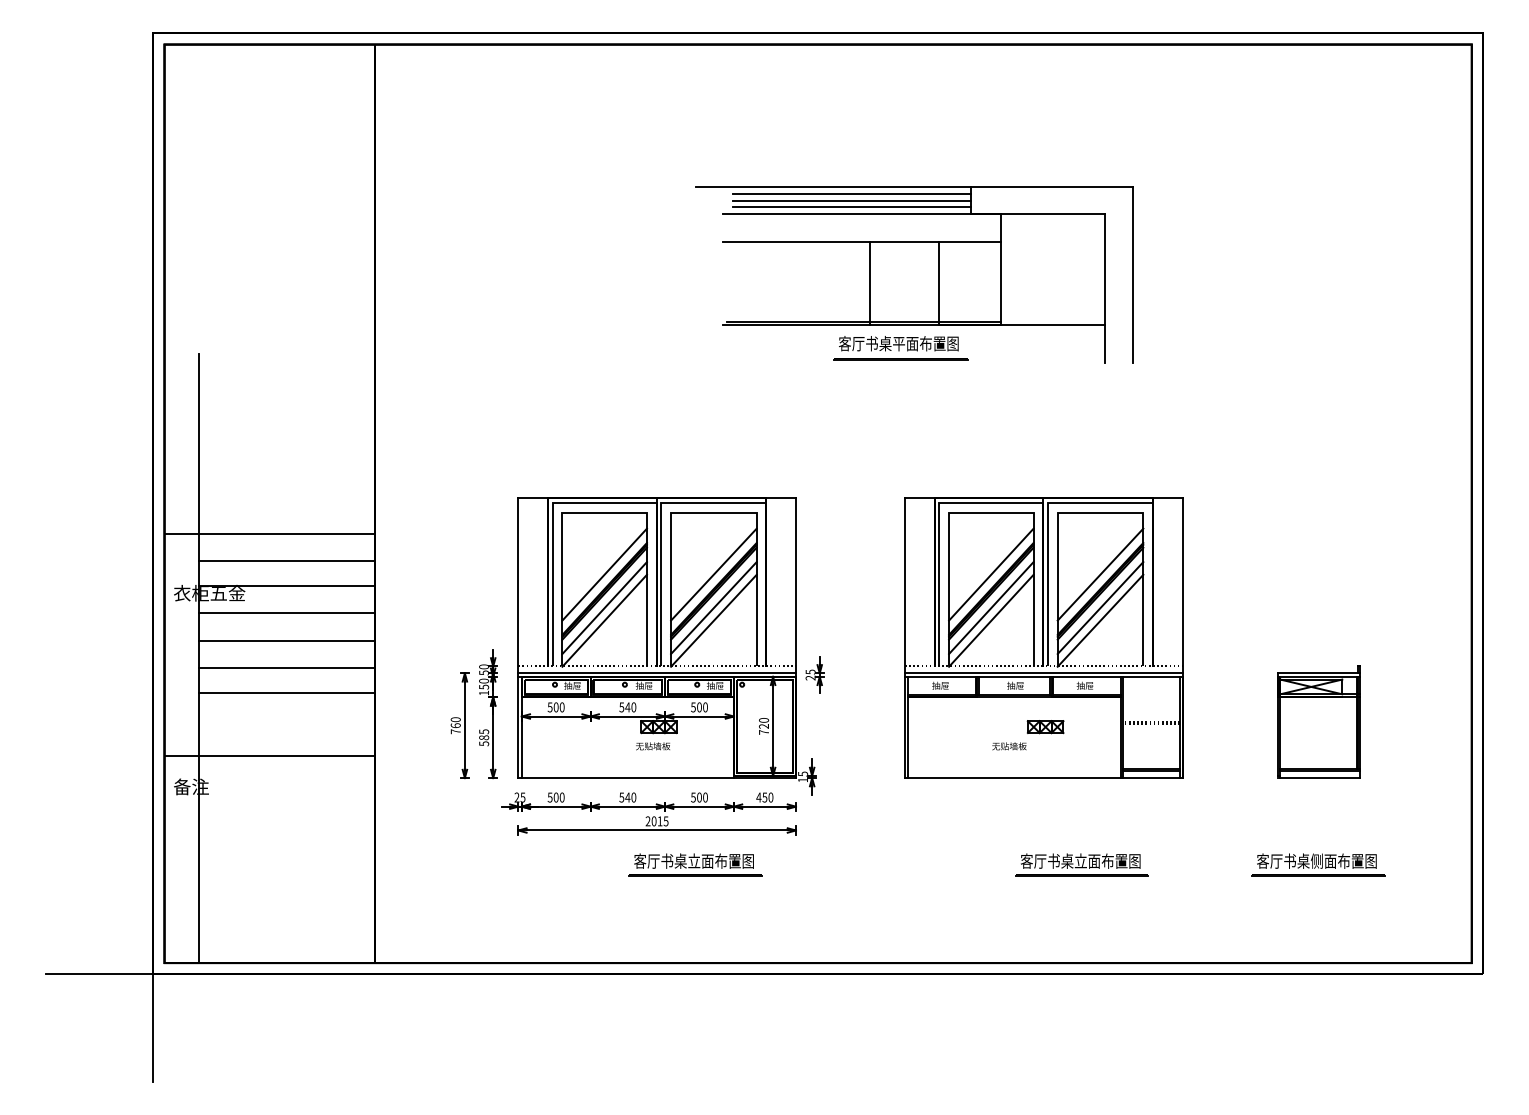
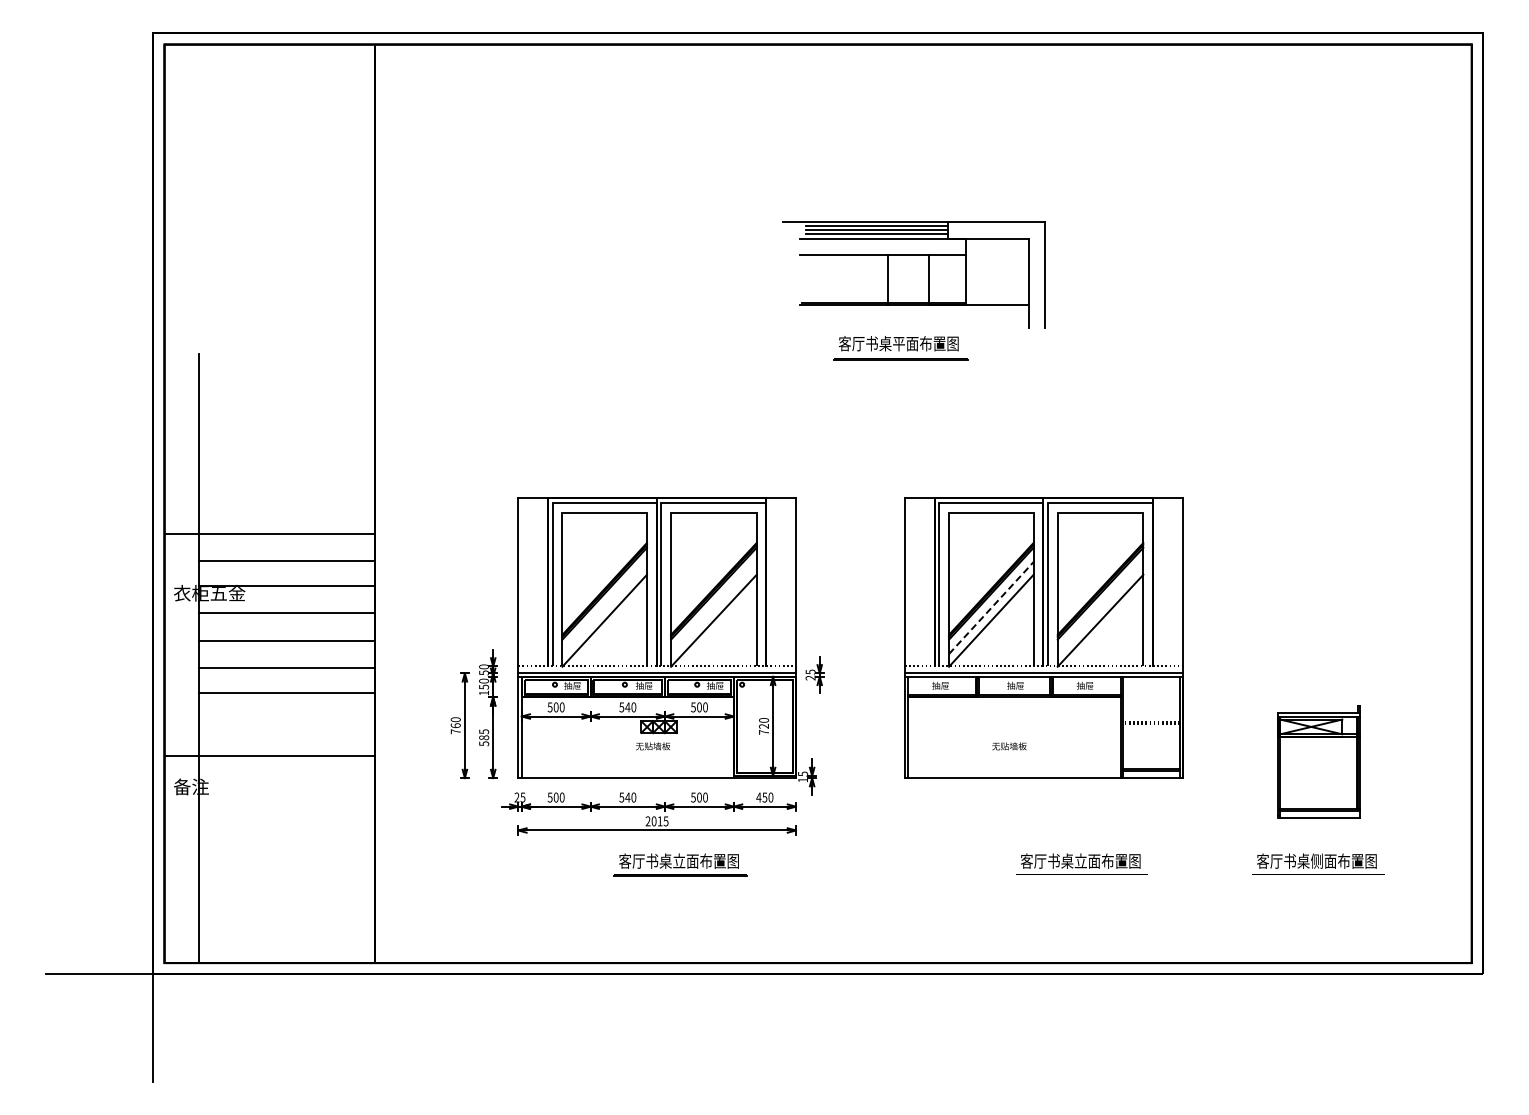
part at (914, 274) size: 439x178 px -> 264x108 px
line at (604, 574): present -> none
line at (713, 574): present -> none
line at (991, 574): present -> none
line at (1100, 574): present -> none
line at (991, 607): solid -> dashed
line at (604, 608): present -> none
line at (713, 608): present -> none
line at (1100, 608): present -> none
part at (1318, 721) position: (1318, 721) -> (1318, 761)
part at (1045, 727): present -> none
part at (695, 864) position: (695, 864) -> (680, 864)
line at (1081, 876): present -> none
line at (1317, 876): present -> none
